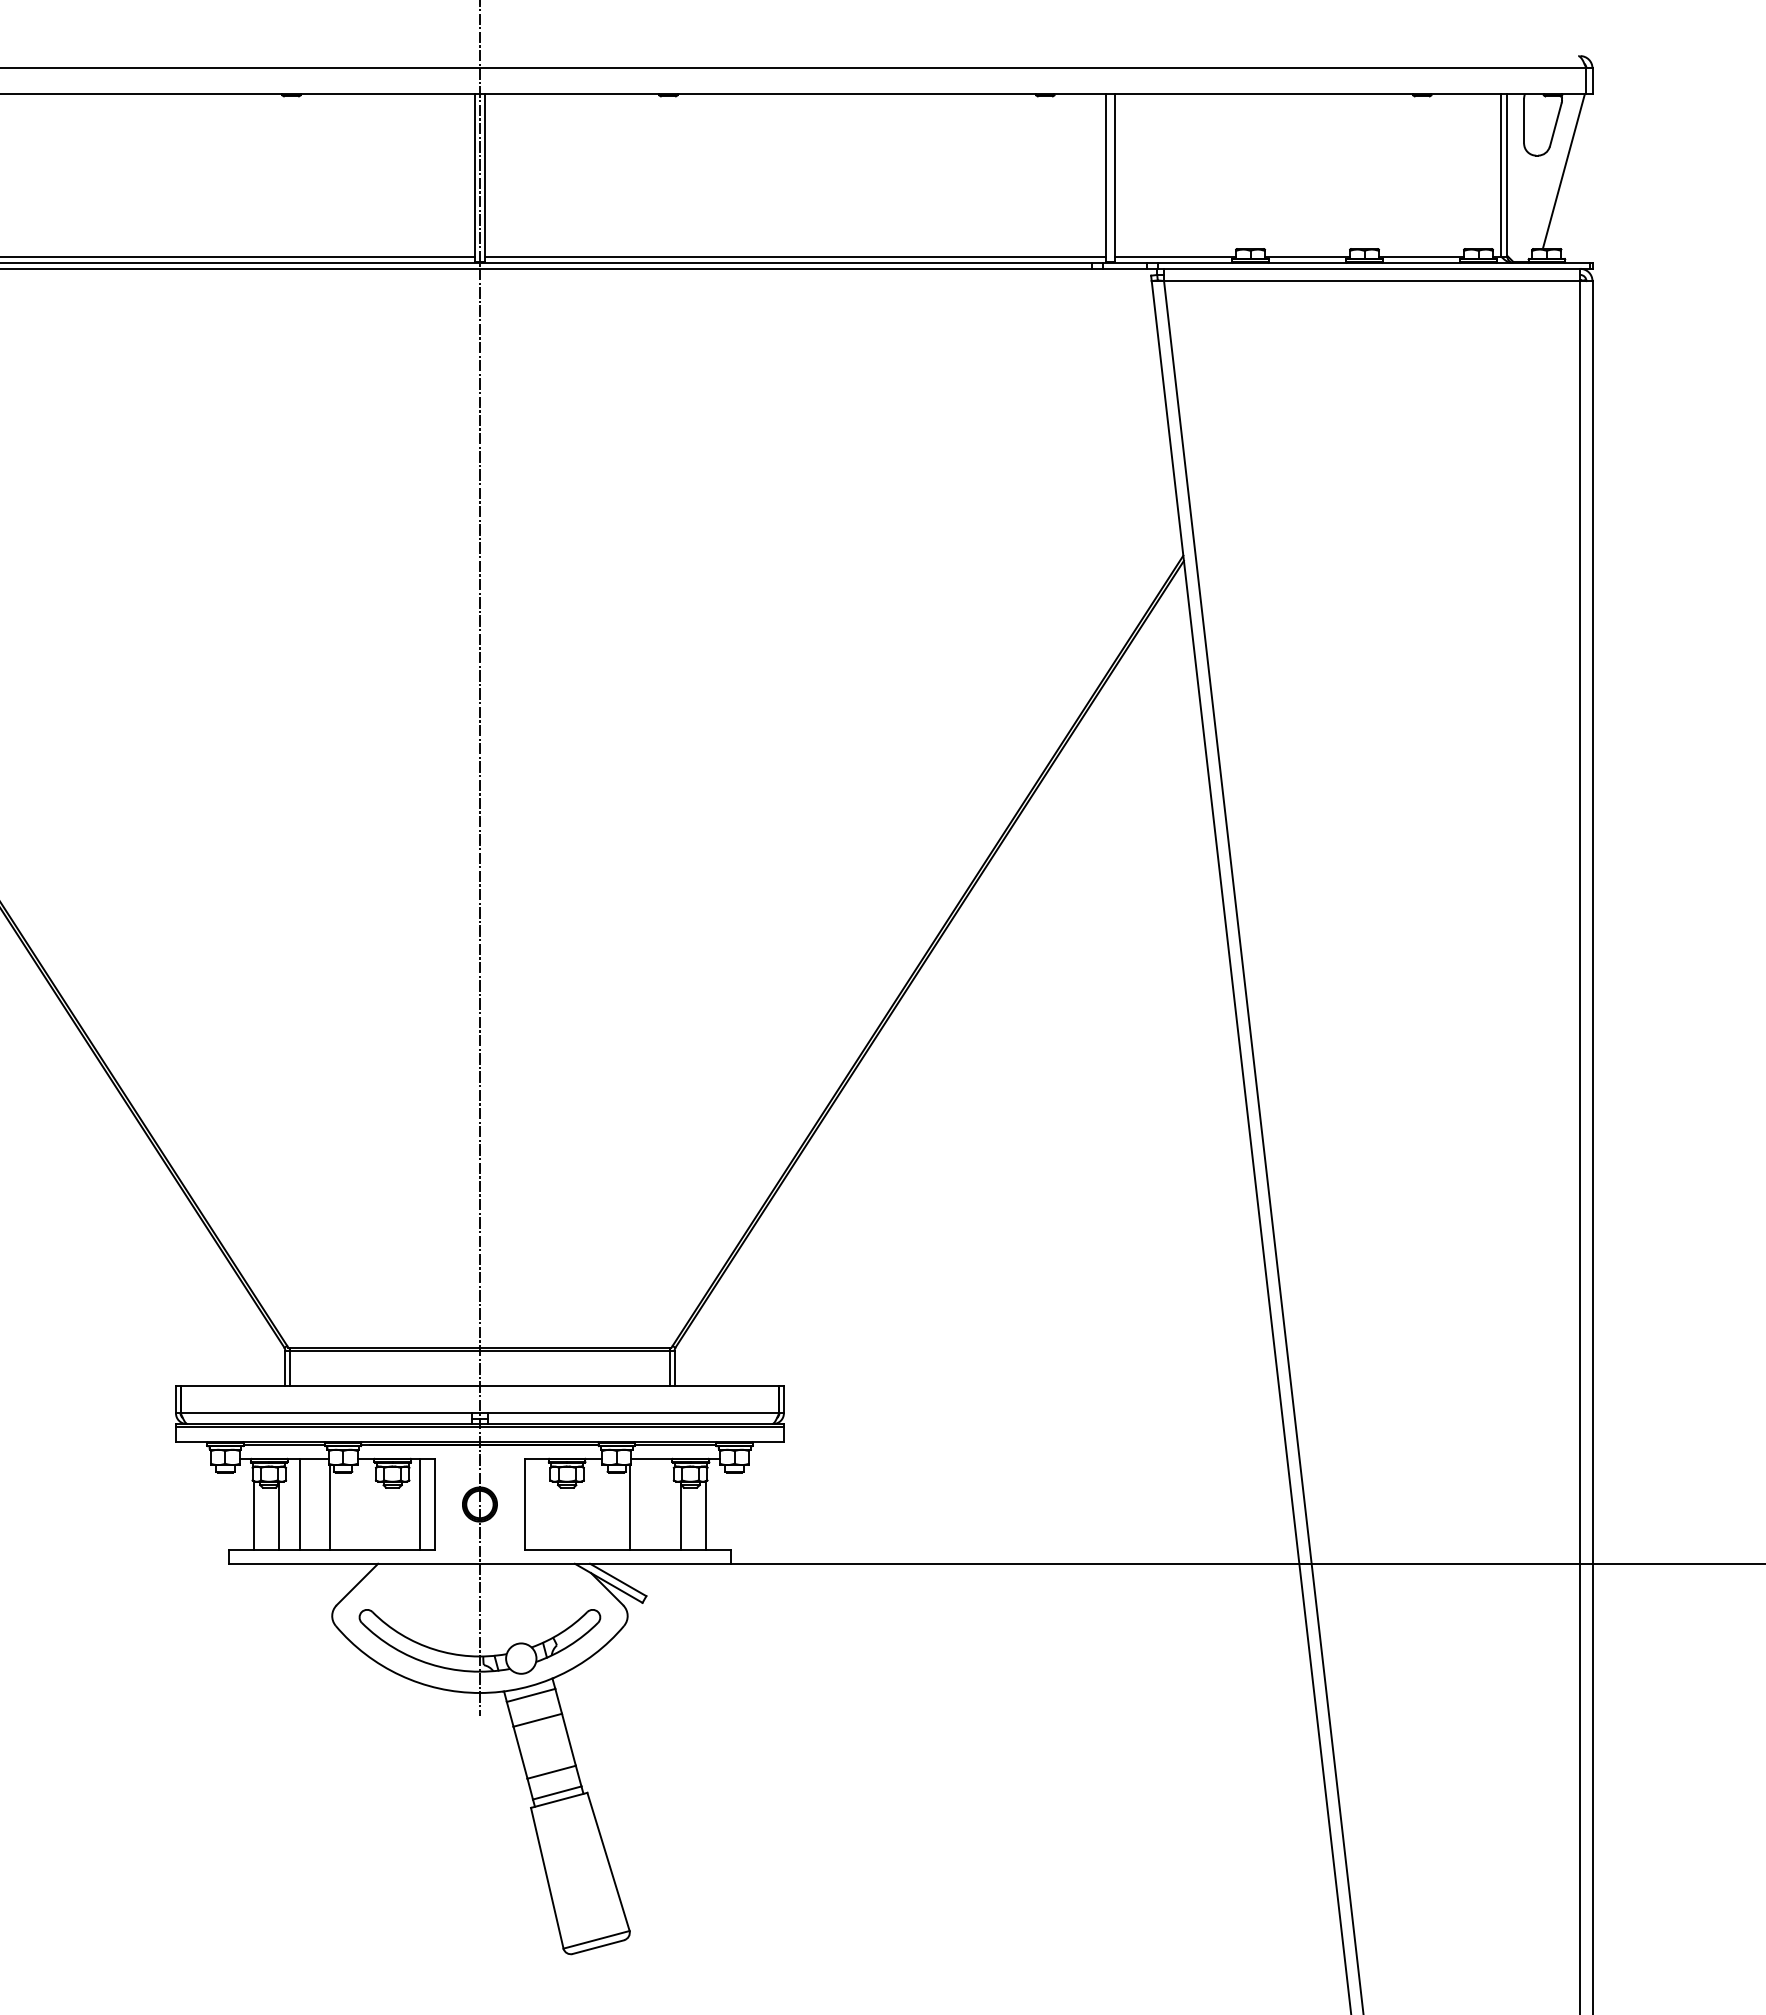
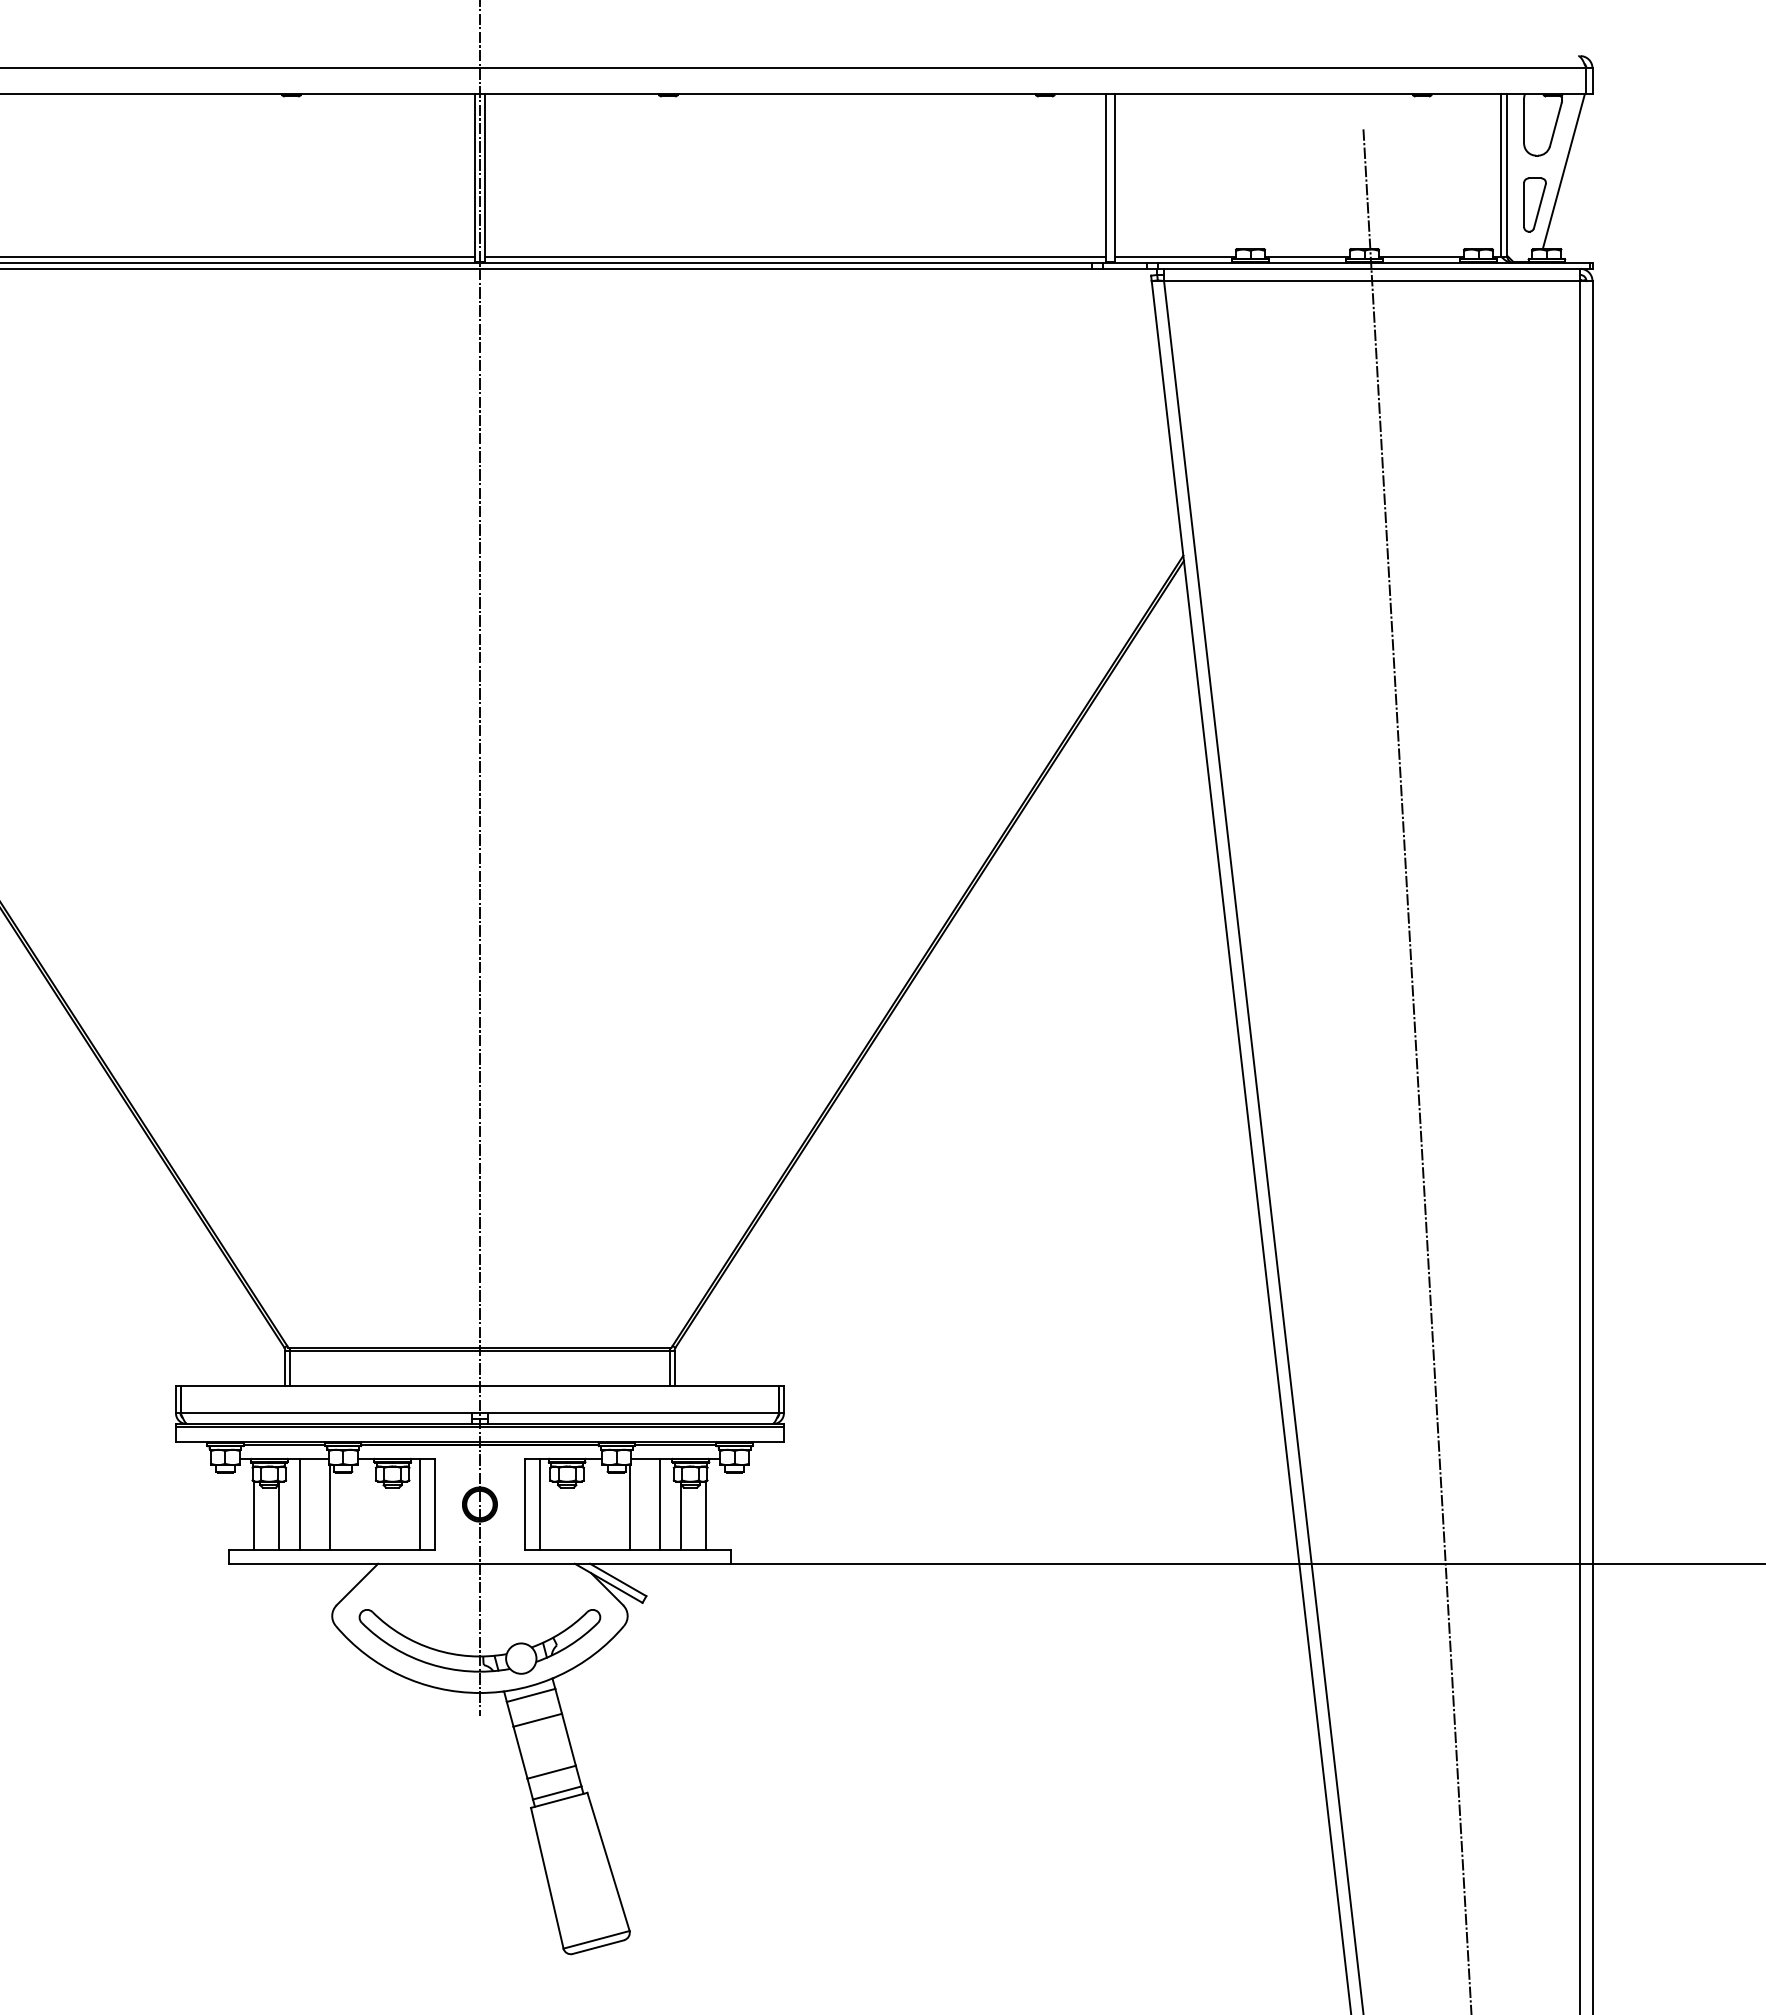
part at (1534, 204): none -> present
line at (1417, 1070): none -> present
line at (539, 1504): none -> present
line at (660, 1504): none -> present
